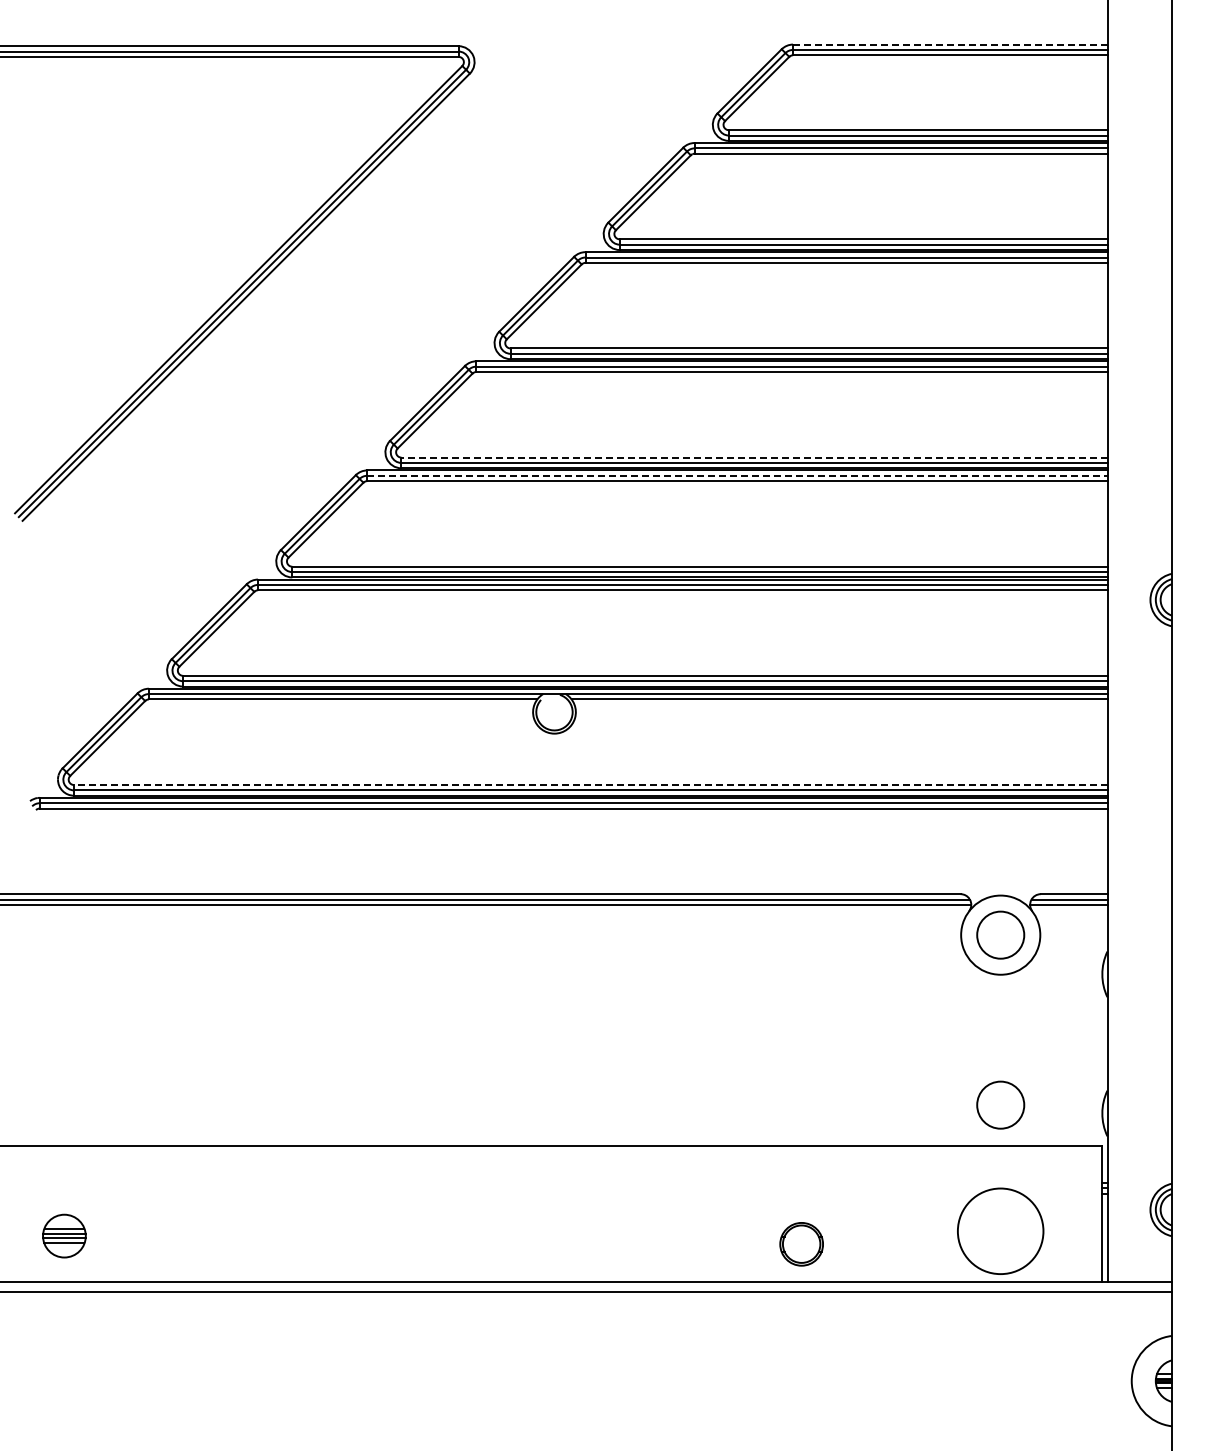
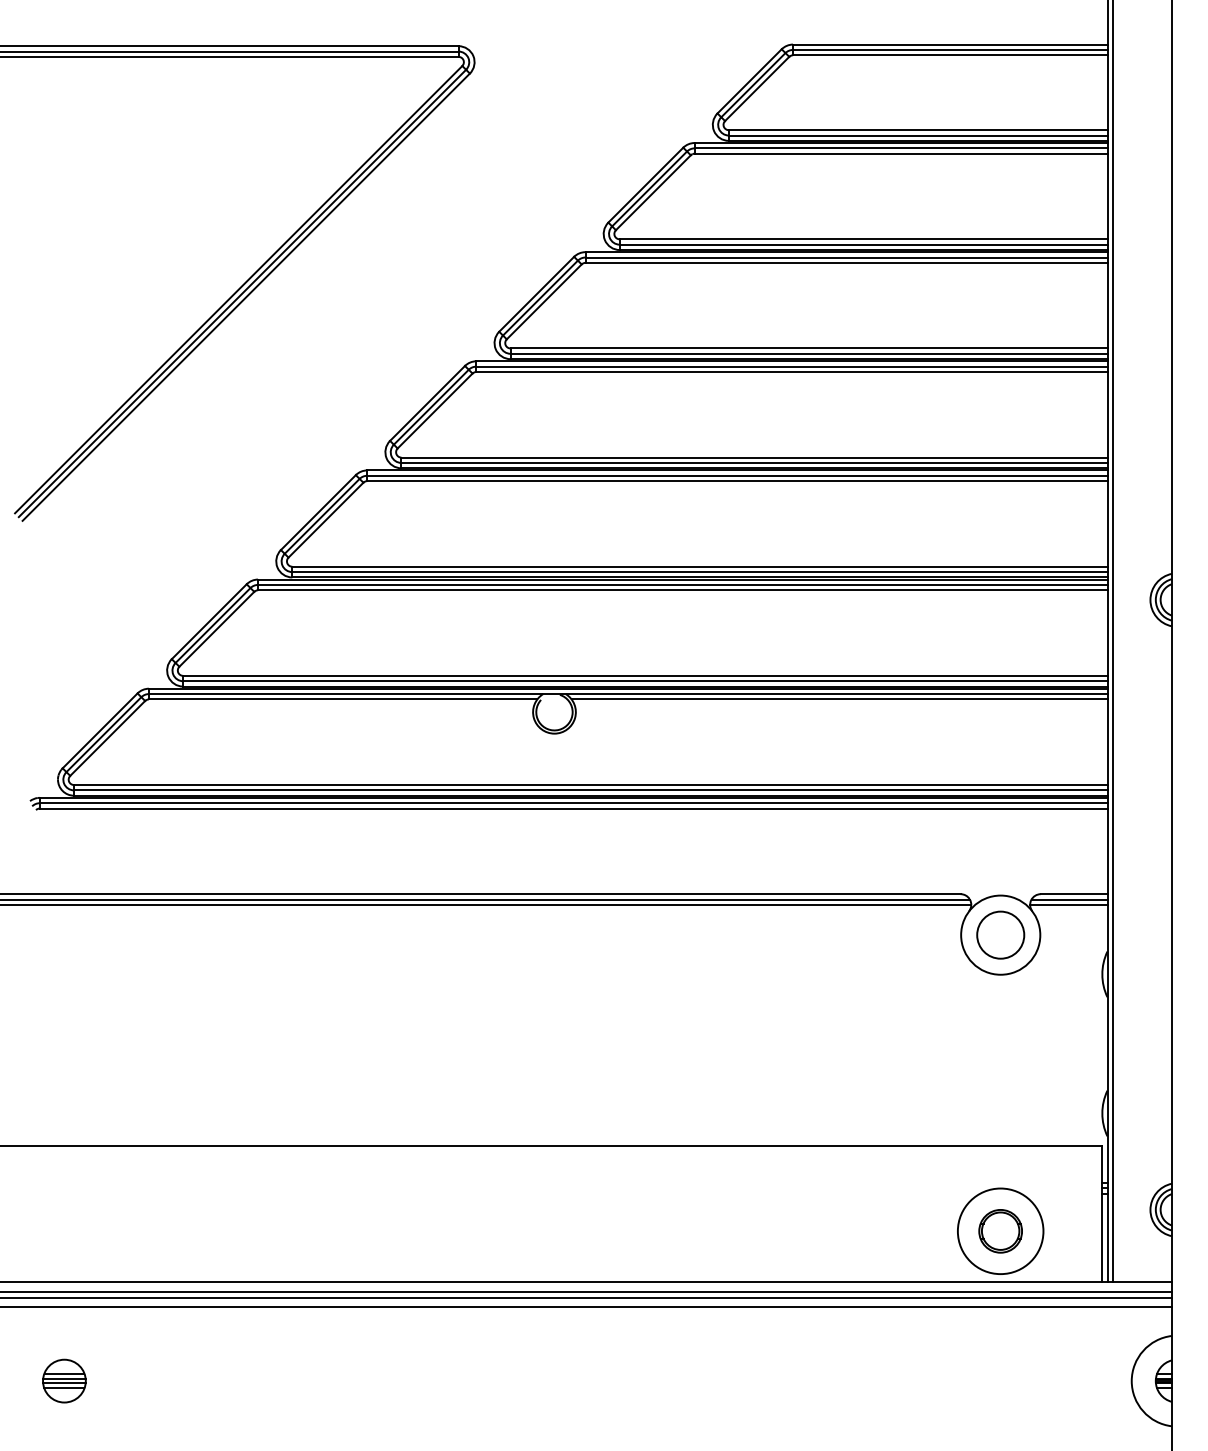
line at (949, 44): dashed -> solid
line at (754, 457): dashed -> solid
line at (737, 475): dashed -> solid
line at (1113, 642): none -> present
line at (590, 785): dashed -> solid
circle at (1000, 1104): present -> none
part at (64, 1235) position: (64, 1235) -> (64, 1380)
part at (801, 1244) position: (801, 1244) -> (1000, 1231)
line at (586, 1297): none -> present
line at (586, 1307): none -> present
